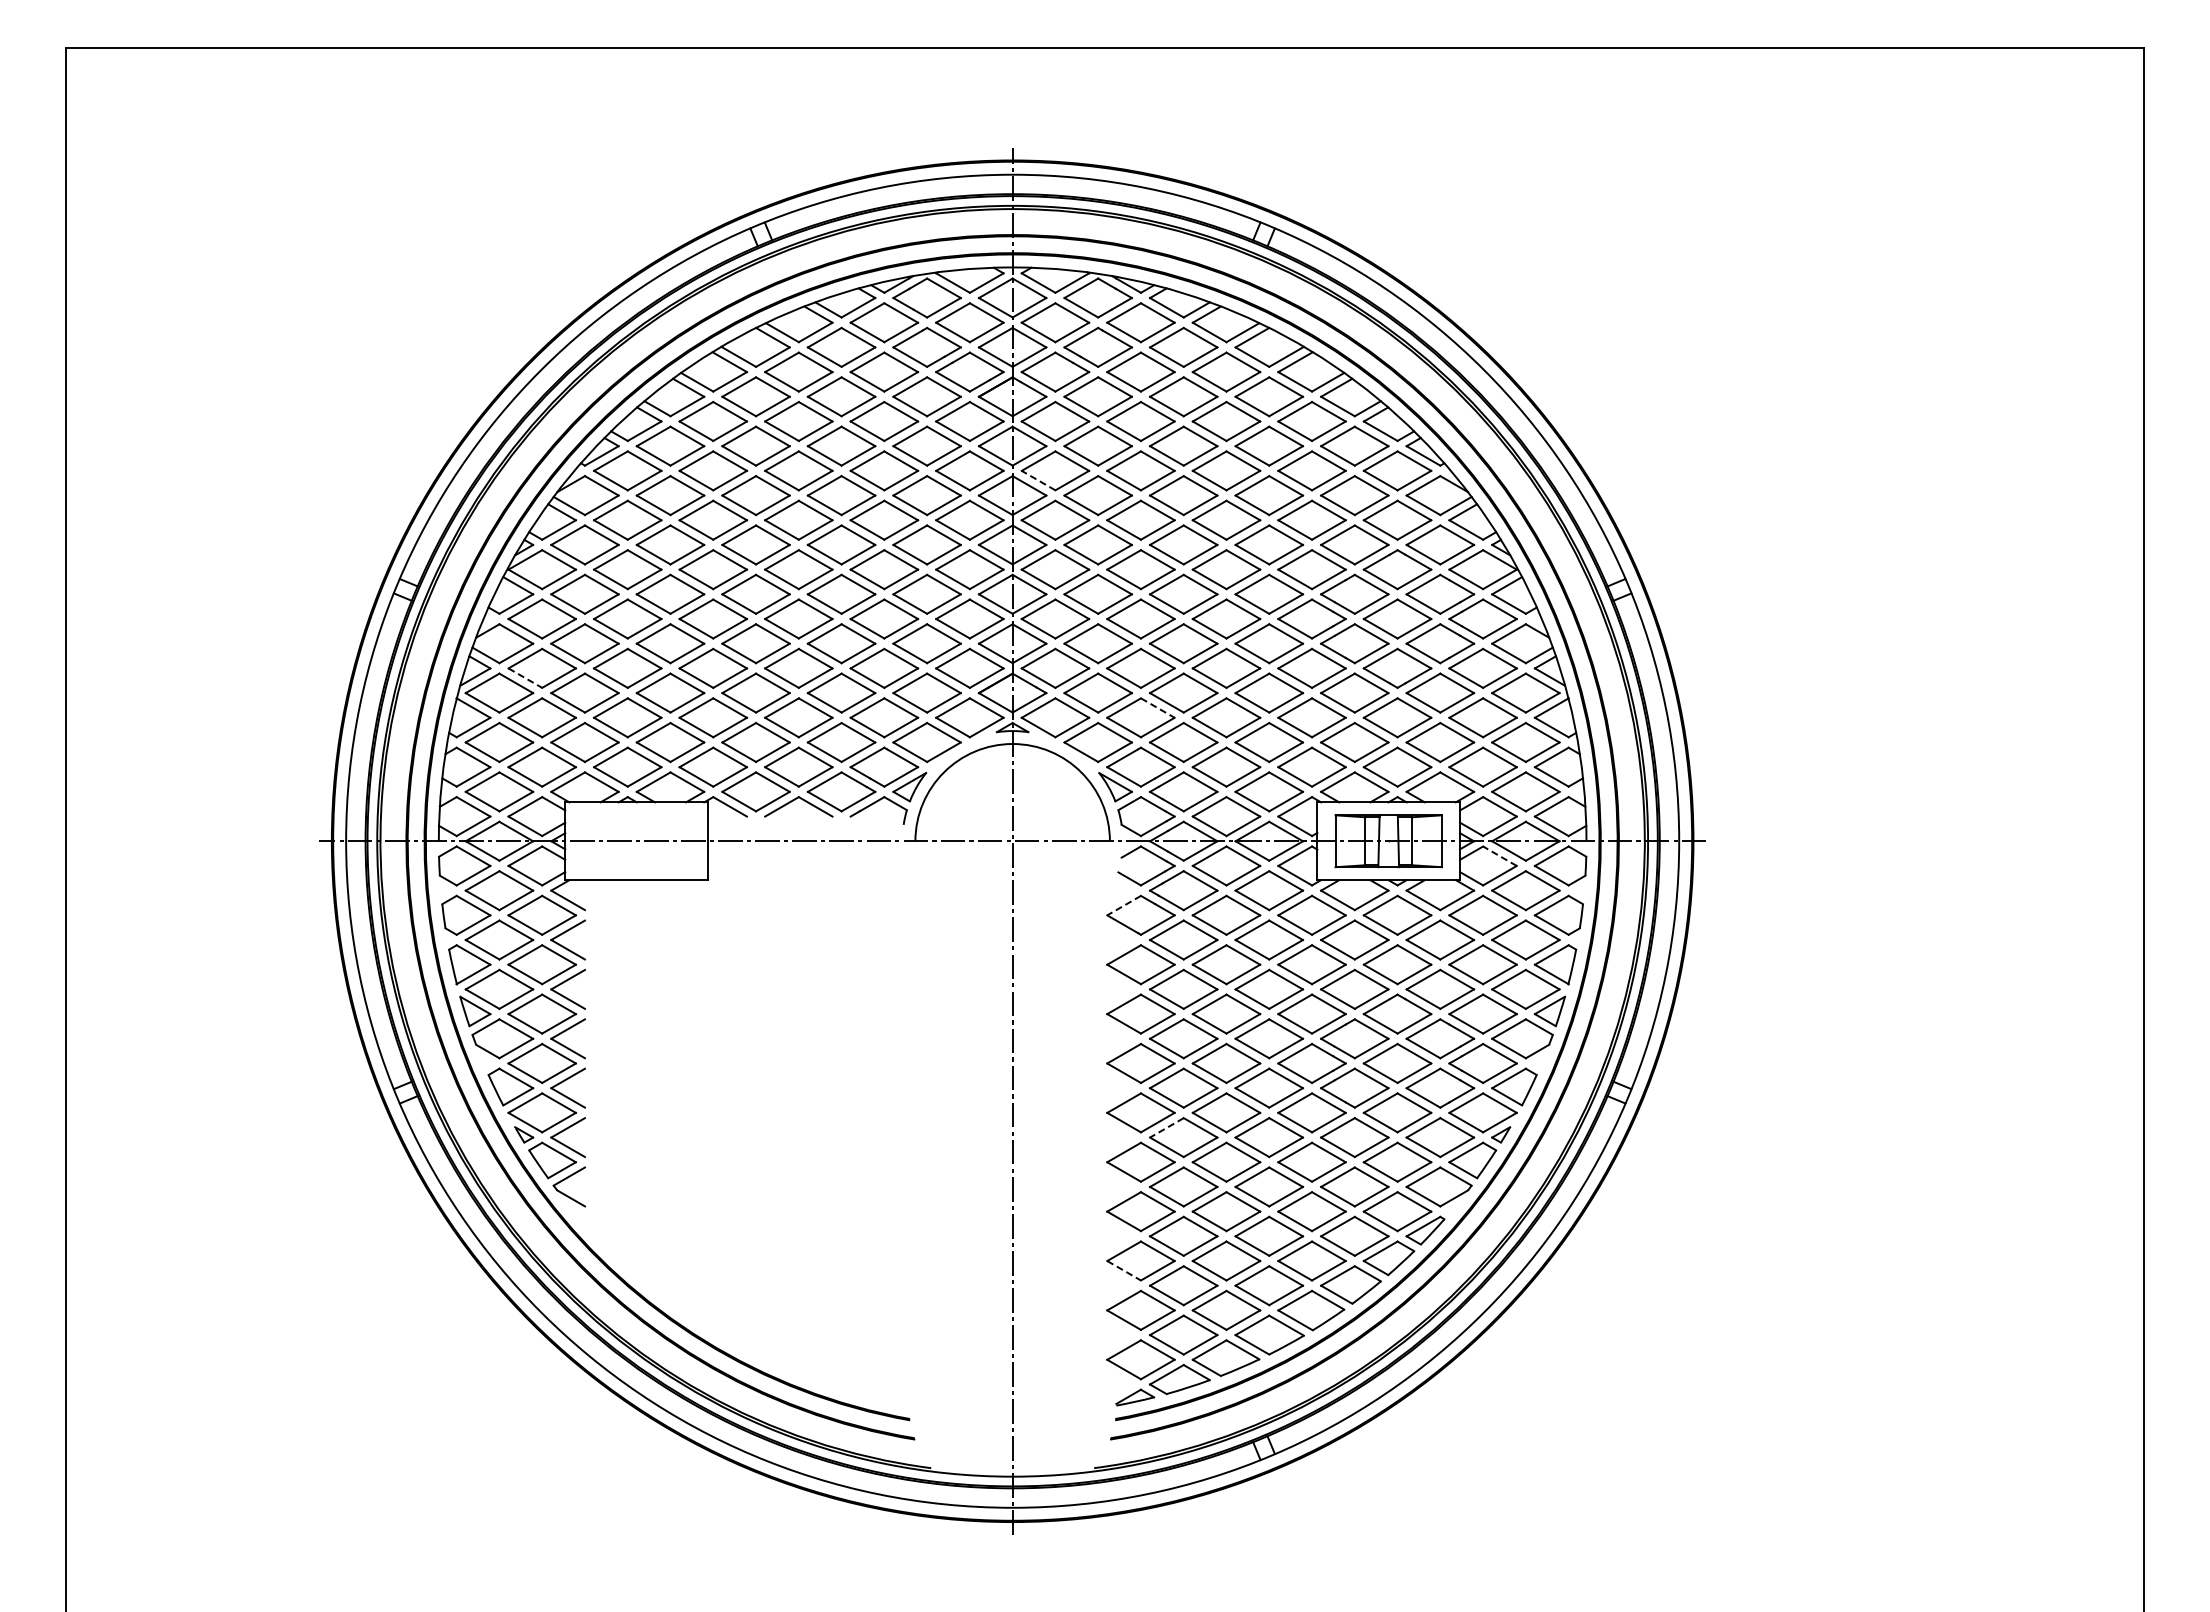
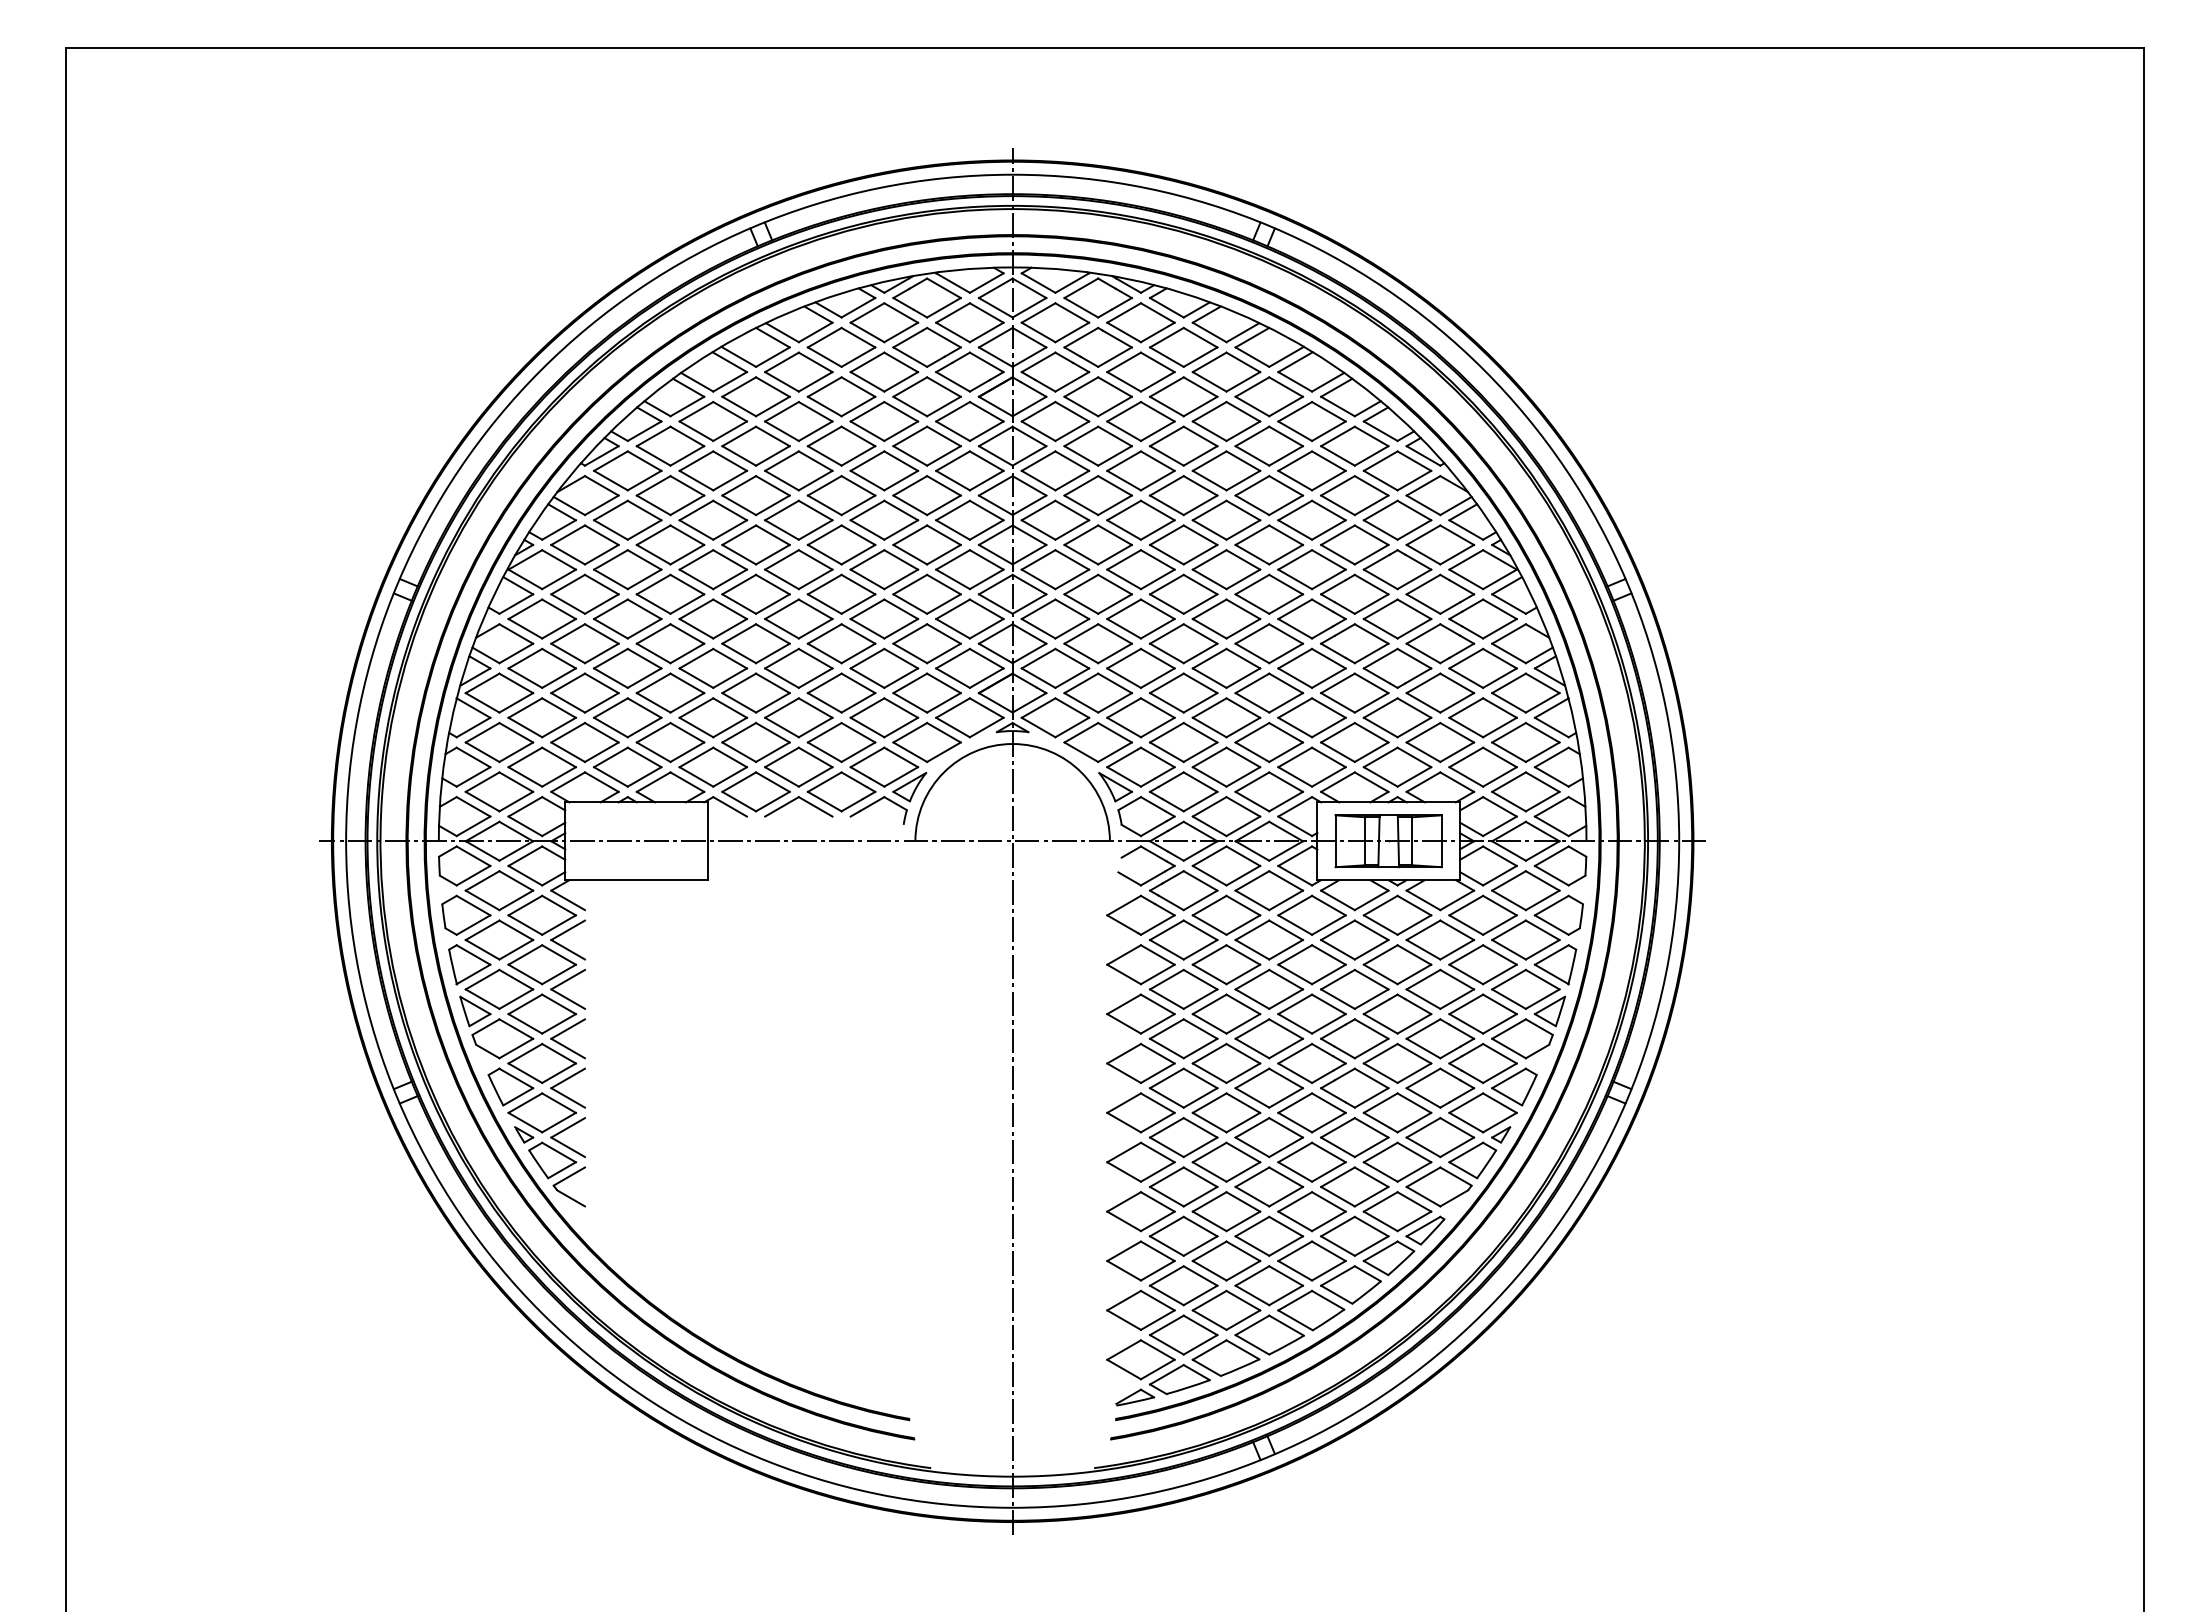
line at (1038, 480): dashed -> solid
line at (525, 678): dashed -> solid
line at (1158, 708): dashed -> solid
line at (1499, 855): dashed -> solid
line at (1123, 905): dashed -> solid
line at (1166, 1128): dashed -> solid
line at (1124, 1271): dashed -> solid
